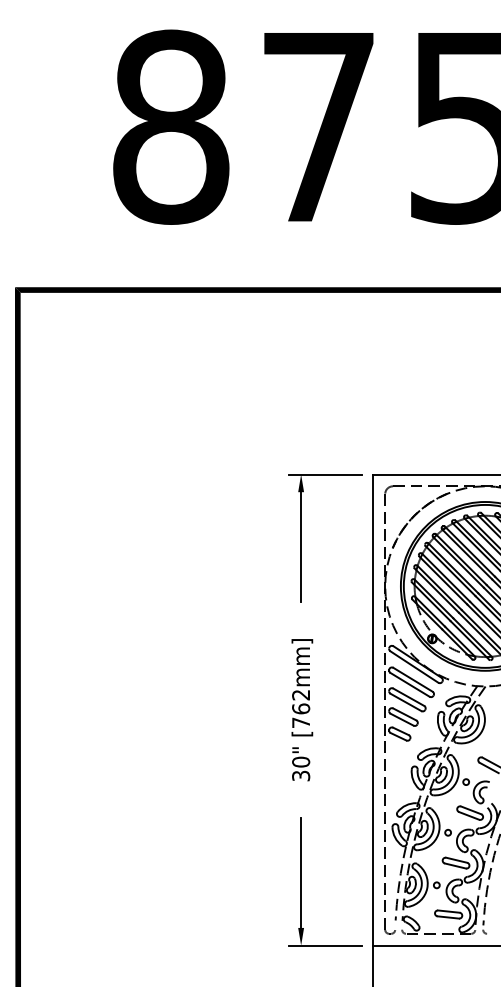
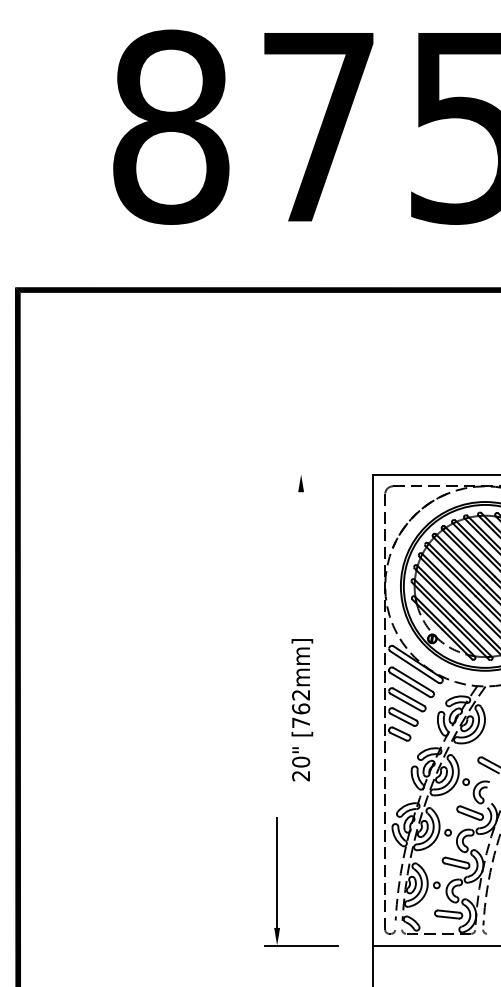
line at (325, 474): present -> none
line at (301, 547): present -> none
text at (301, 775): 30" -> 20"
part at (301, 881) position: (301, 881) -> (277, 881)
